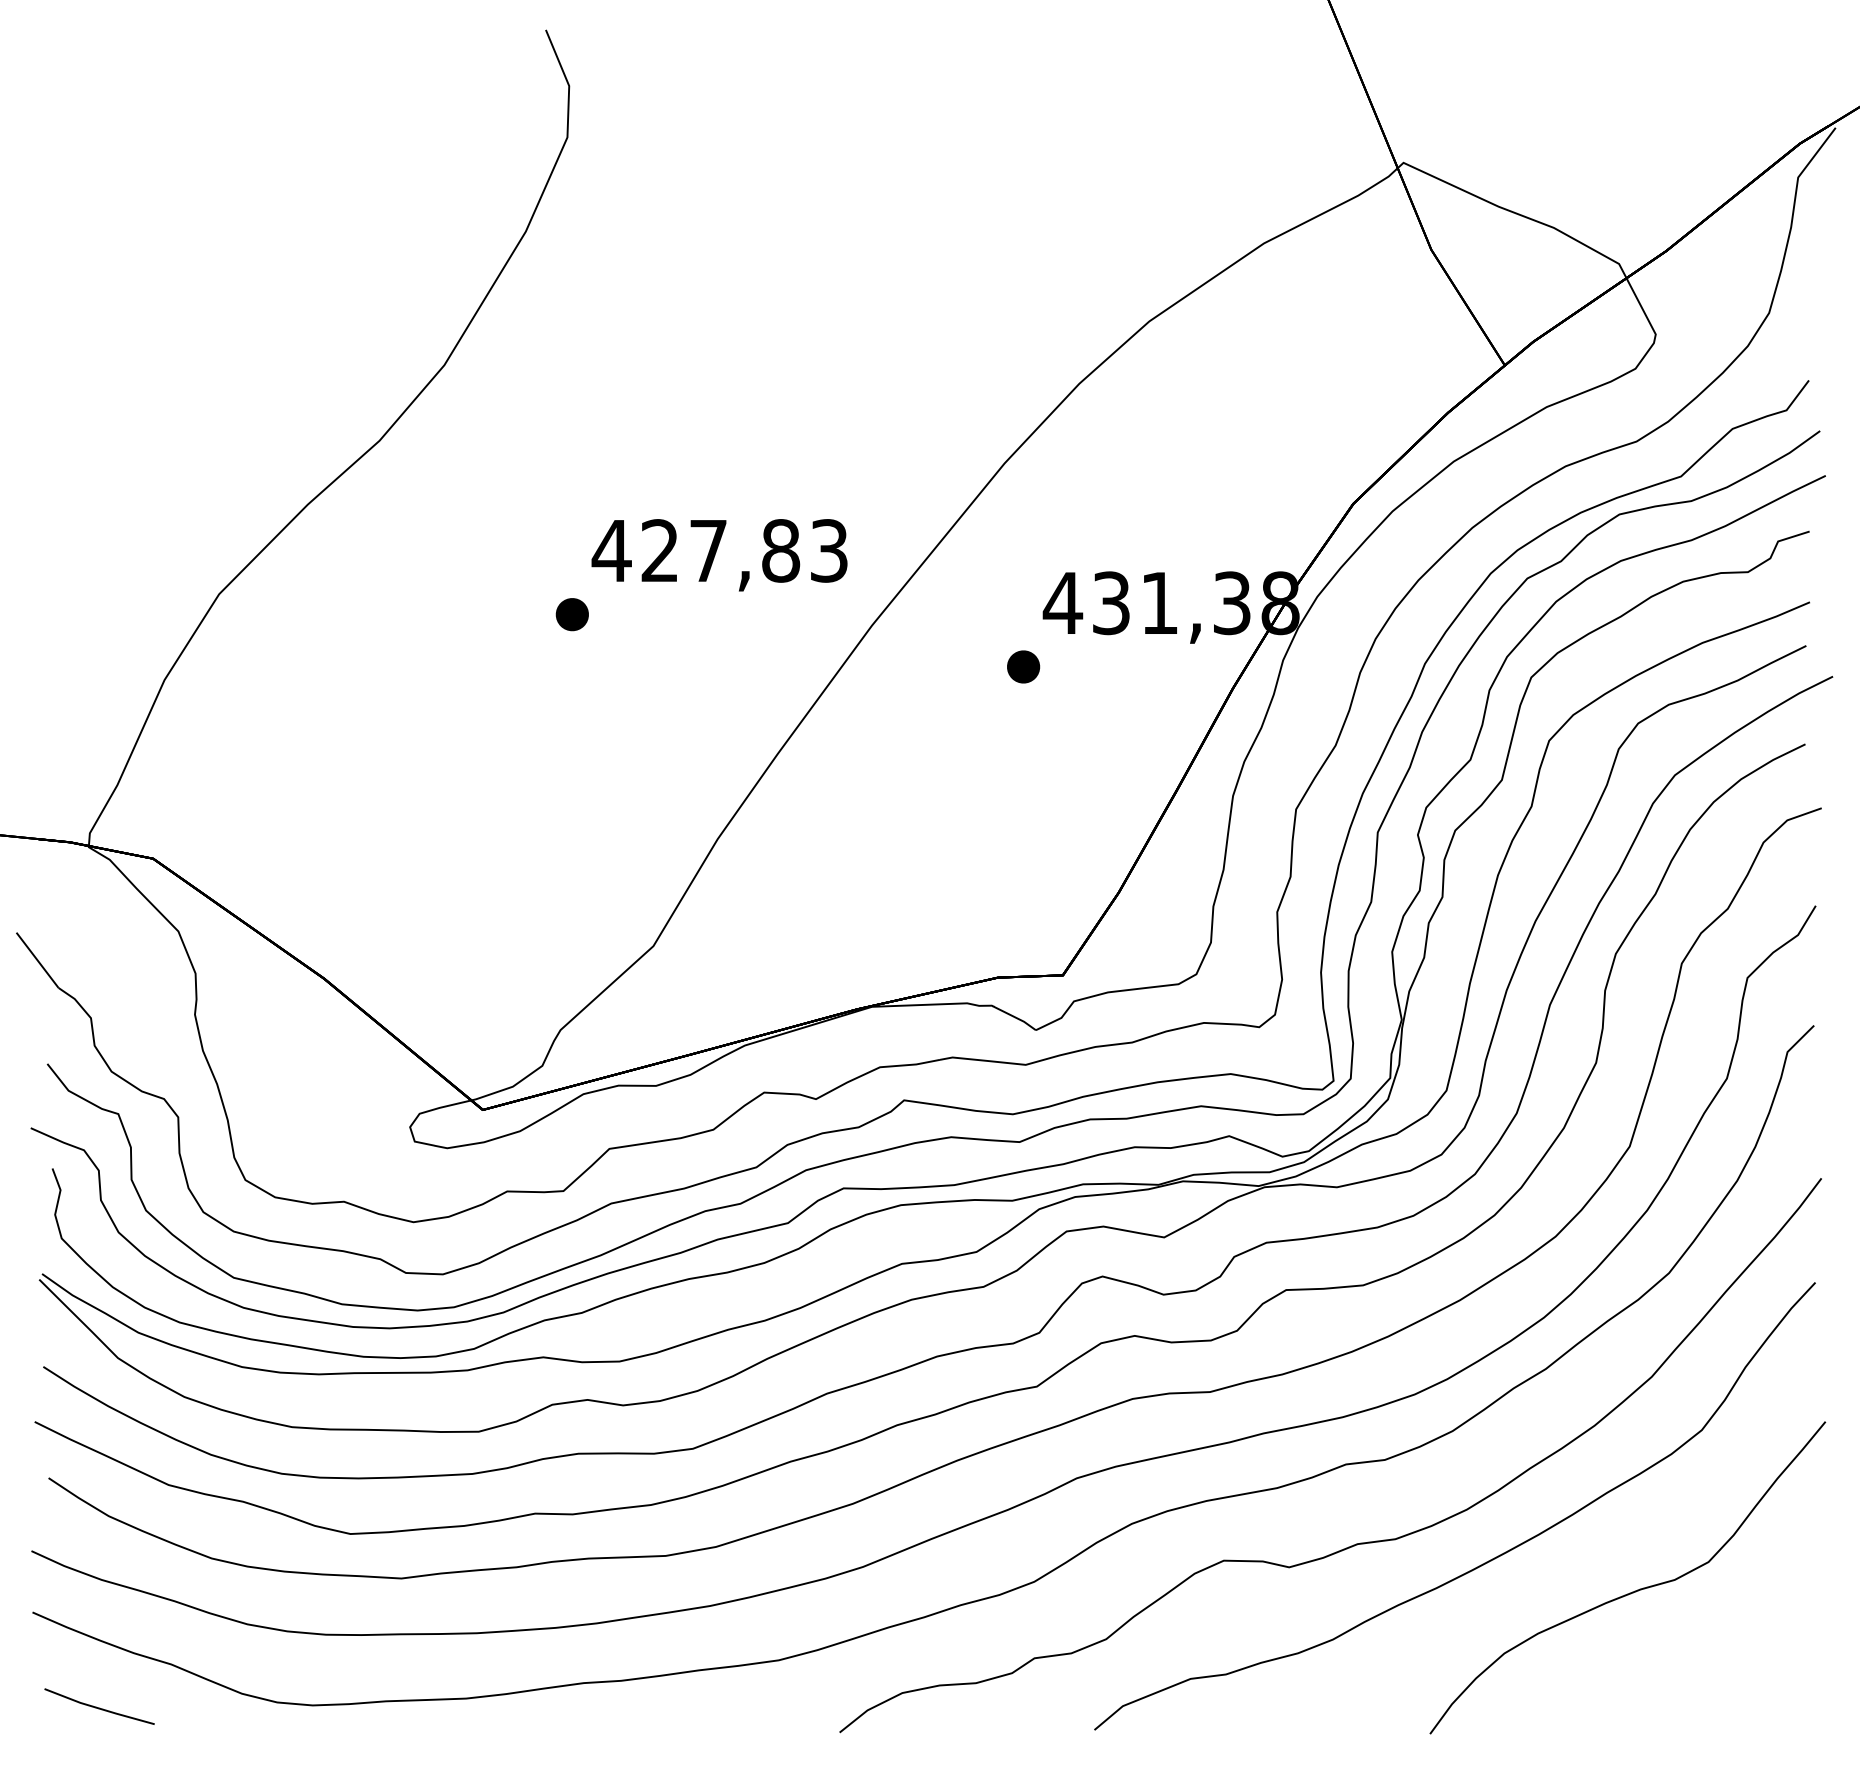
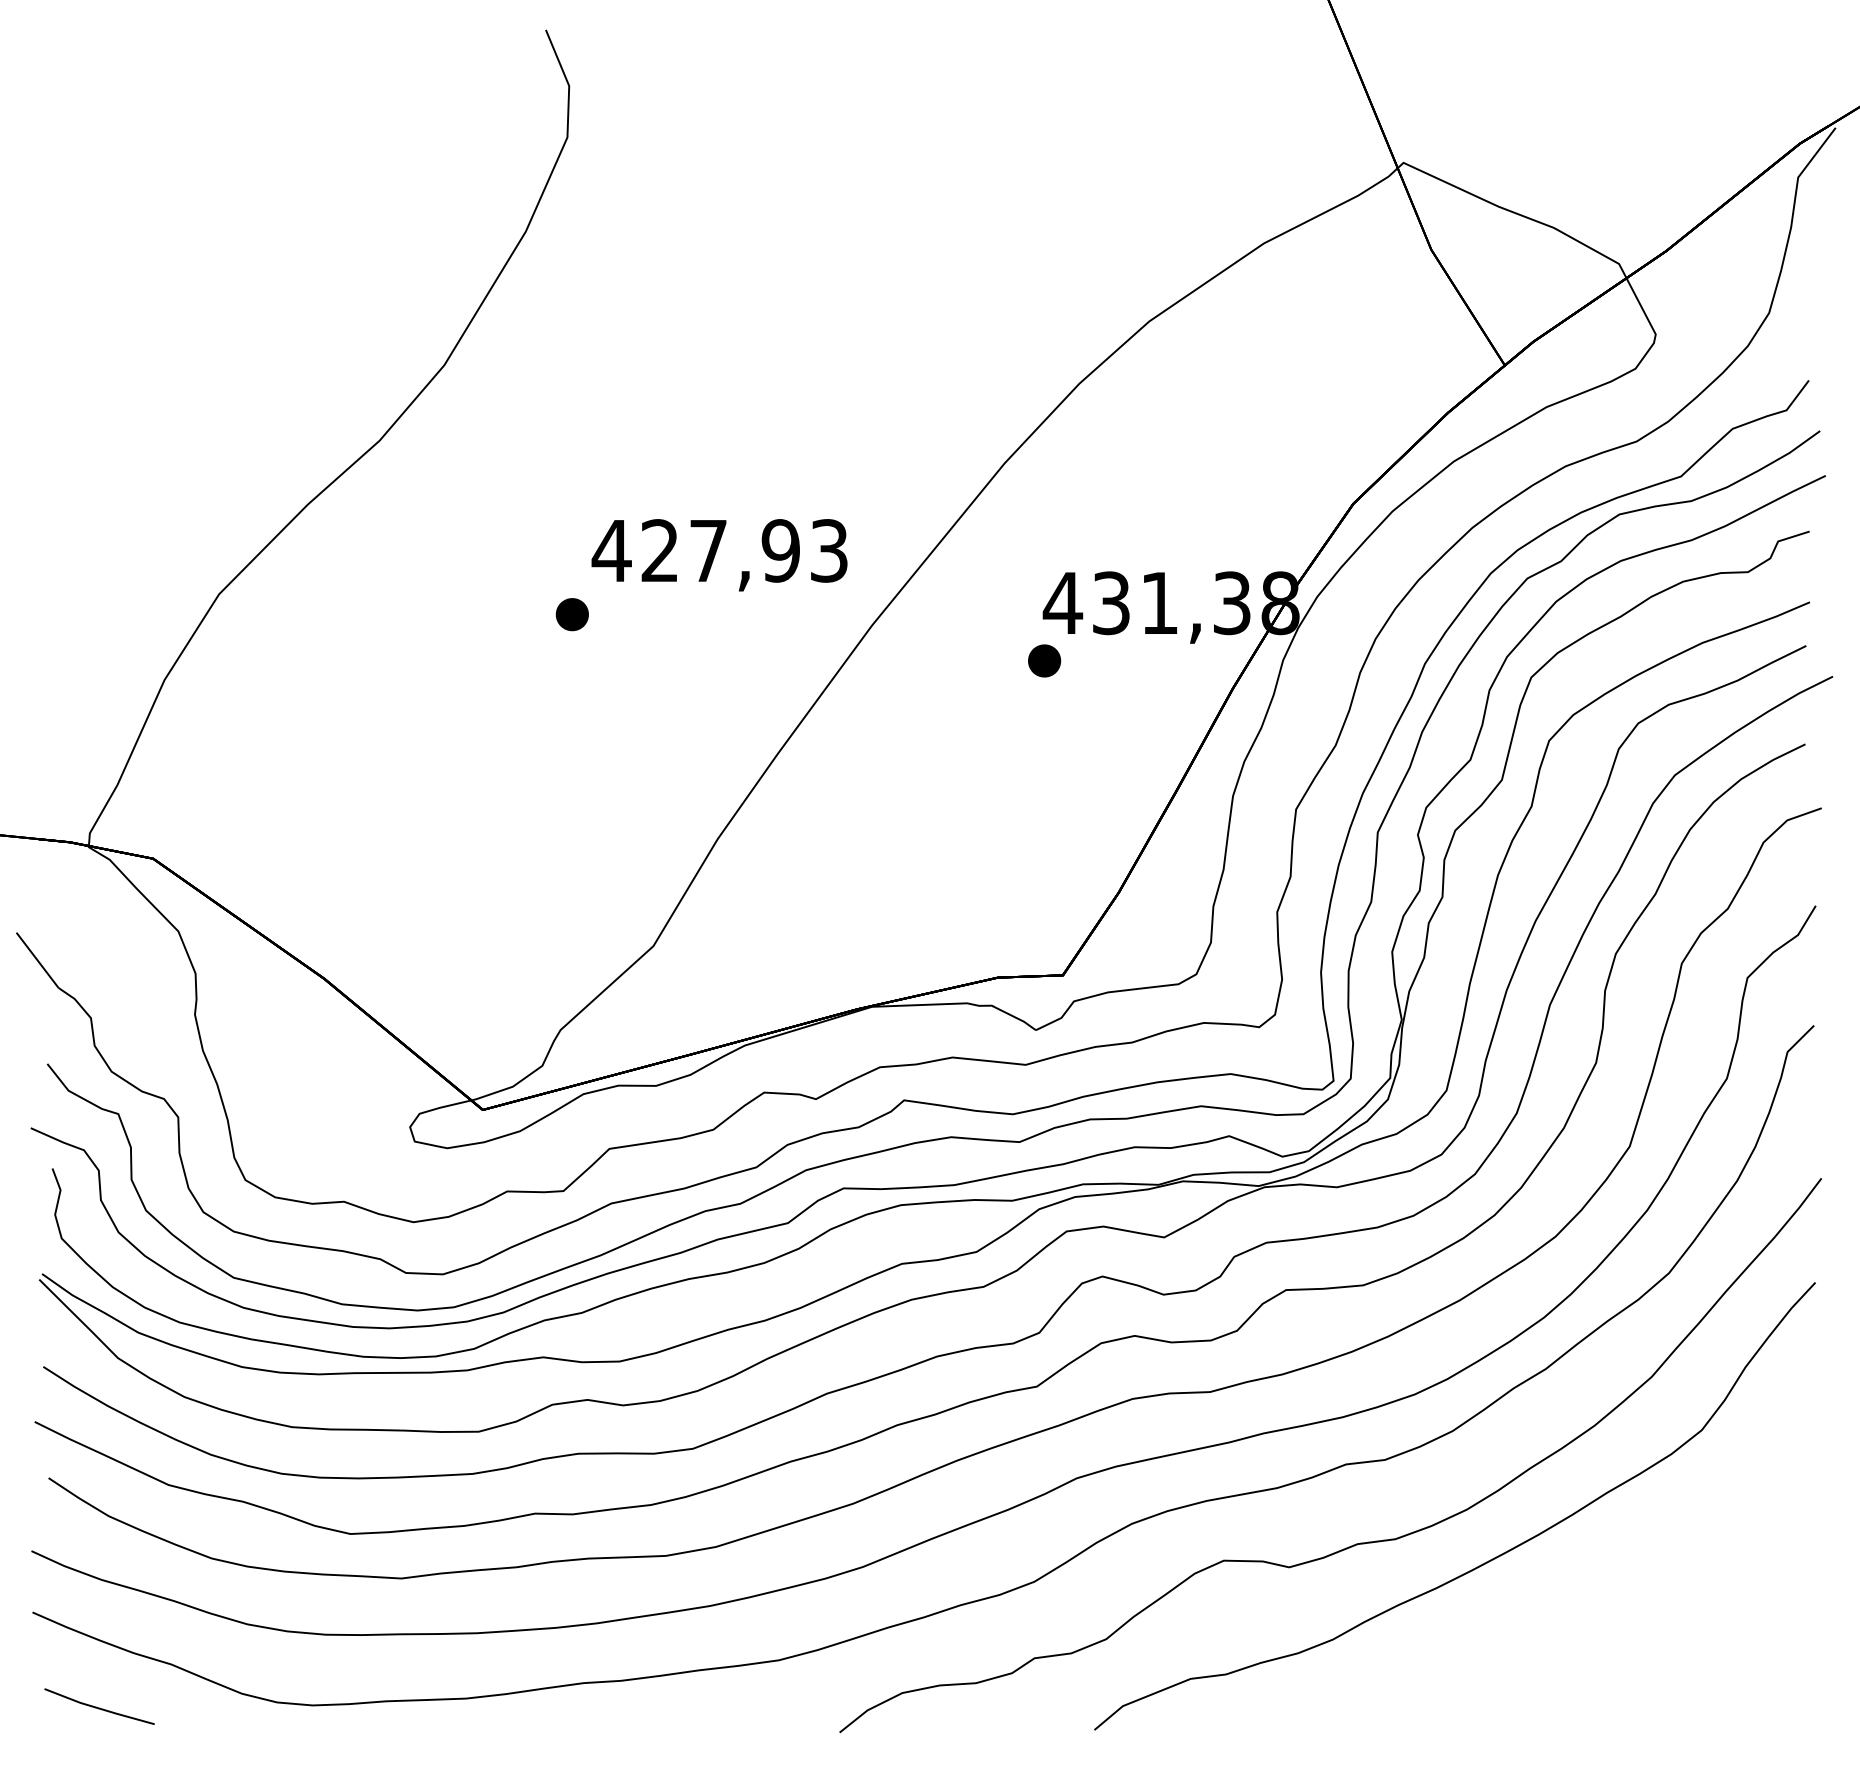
text at (780, 550): 427,83 -> 427,93
part at (1023, 666) position: (1023, 666) -> (1044, 660)
part at (1634, 1590): present -> none
